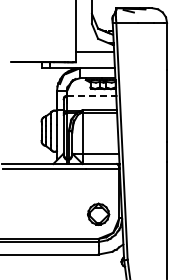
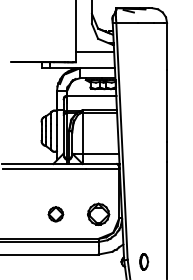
line at (91, 95): dashed -> solid
part at (55, 214): none -> present
part at (144, 261): none -> present
